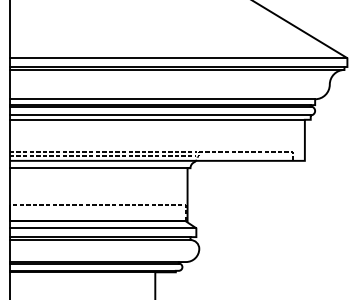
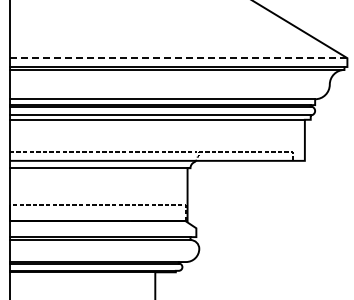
line at (178, 58): solid -> dashed
line at (102, 156): present -> none
line at (102, 228): present -> none
